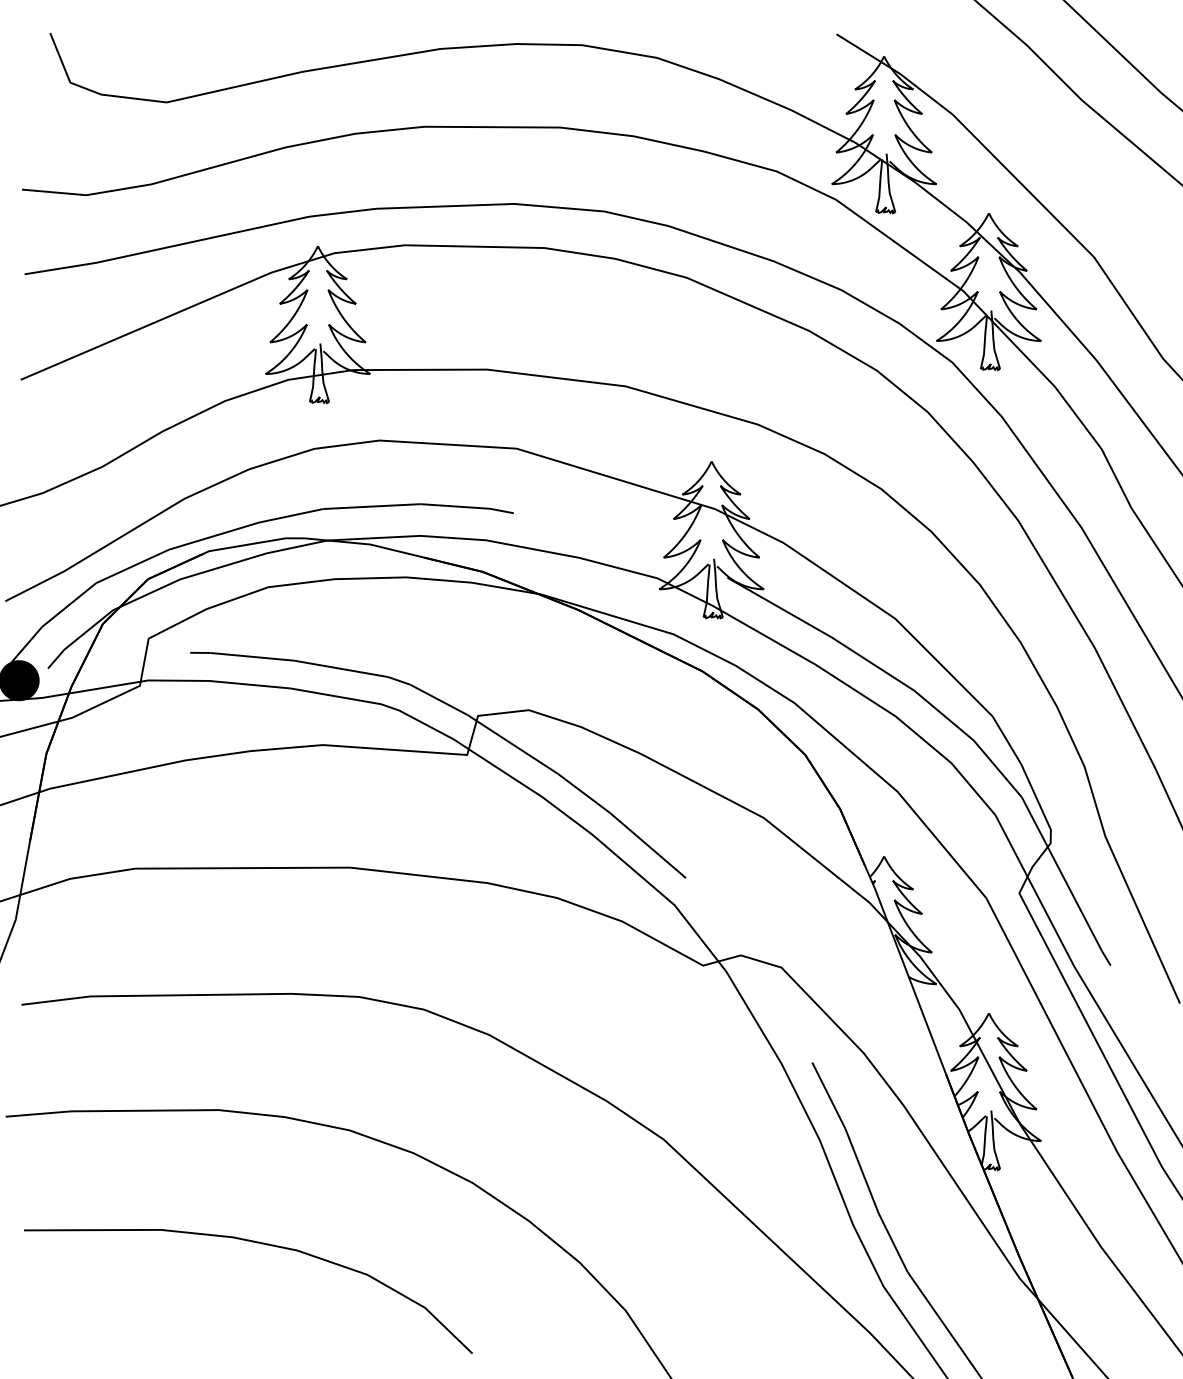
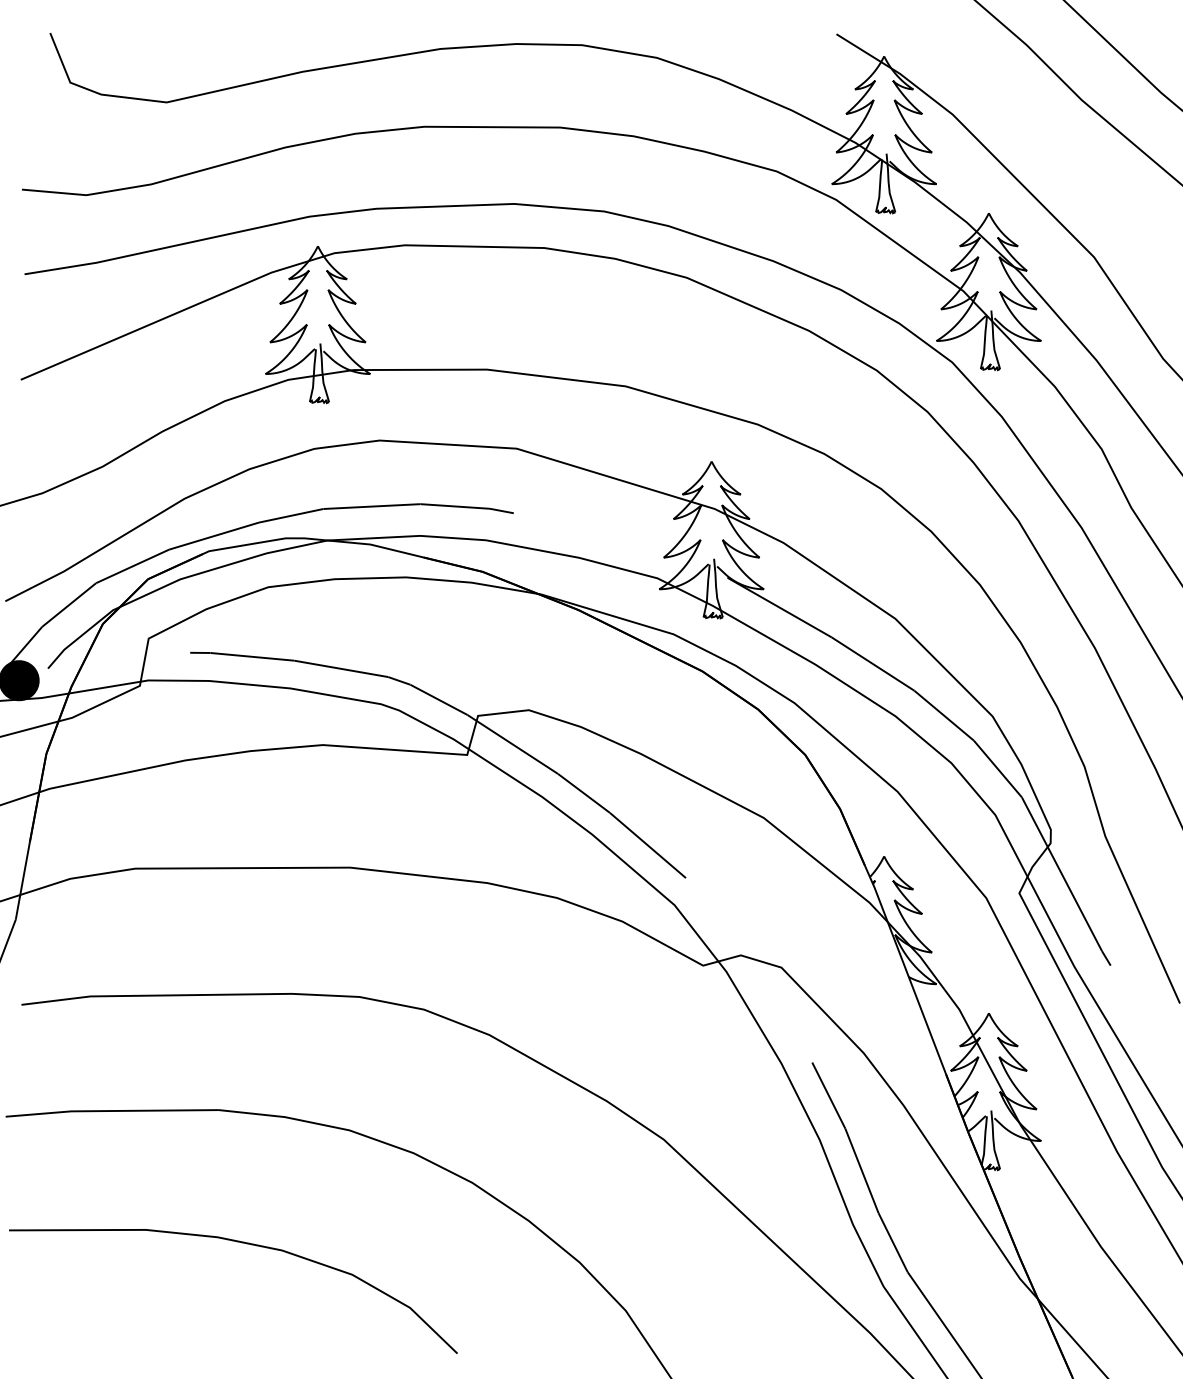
curve at (256, 1243) position: (256, 1243) -> (241, 1243)
